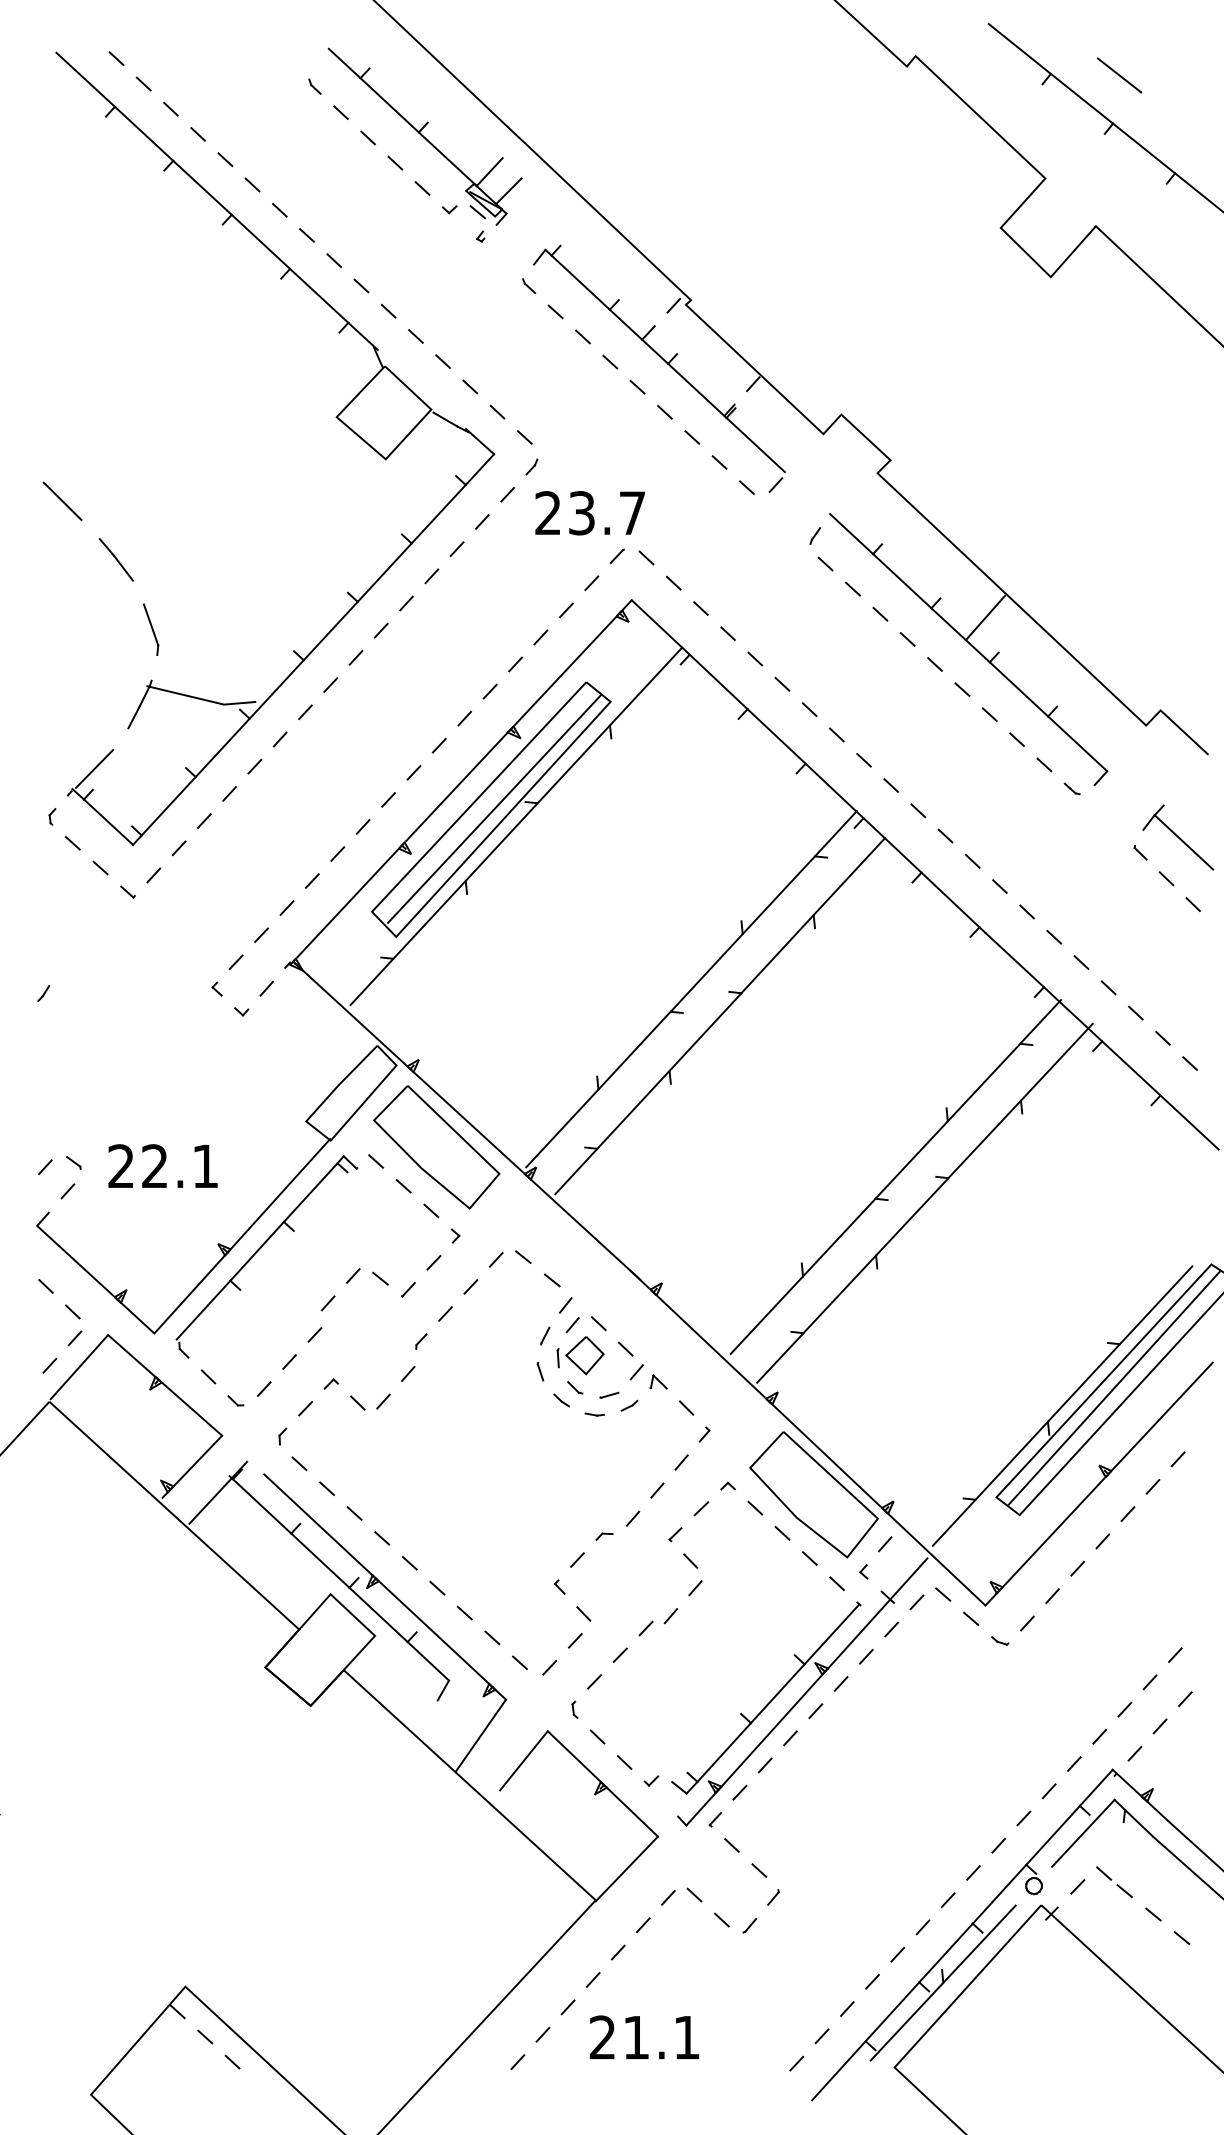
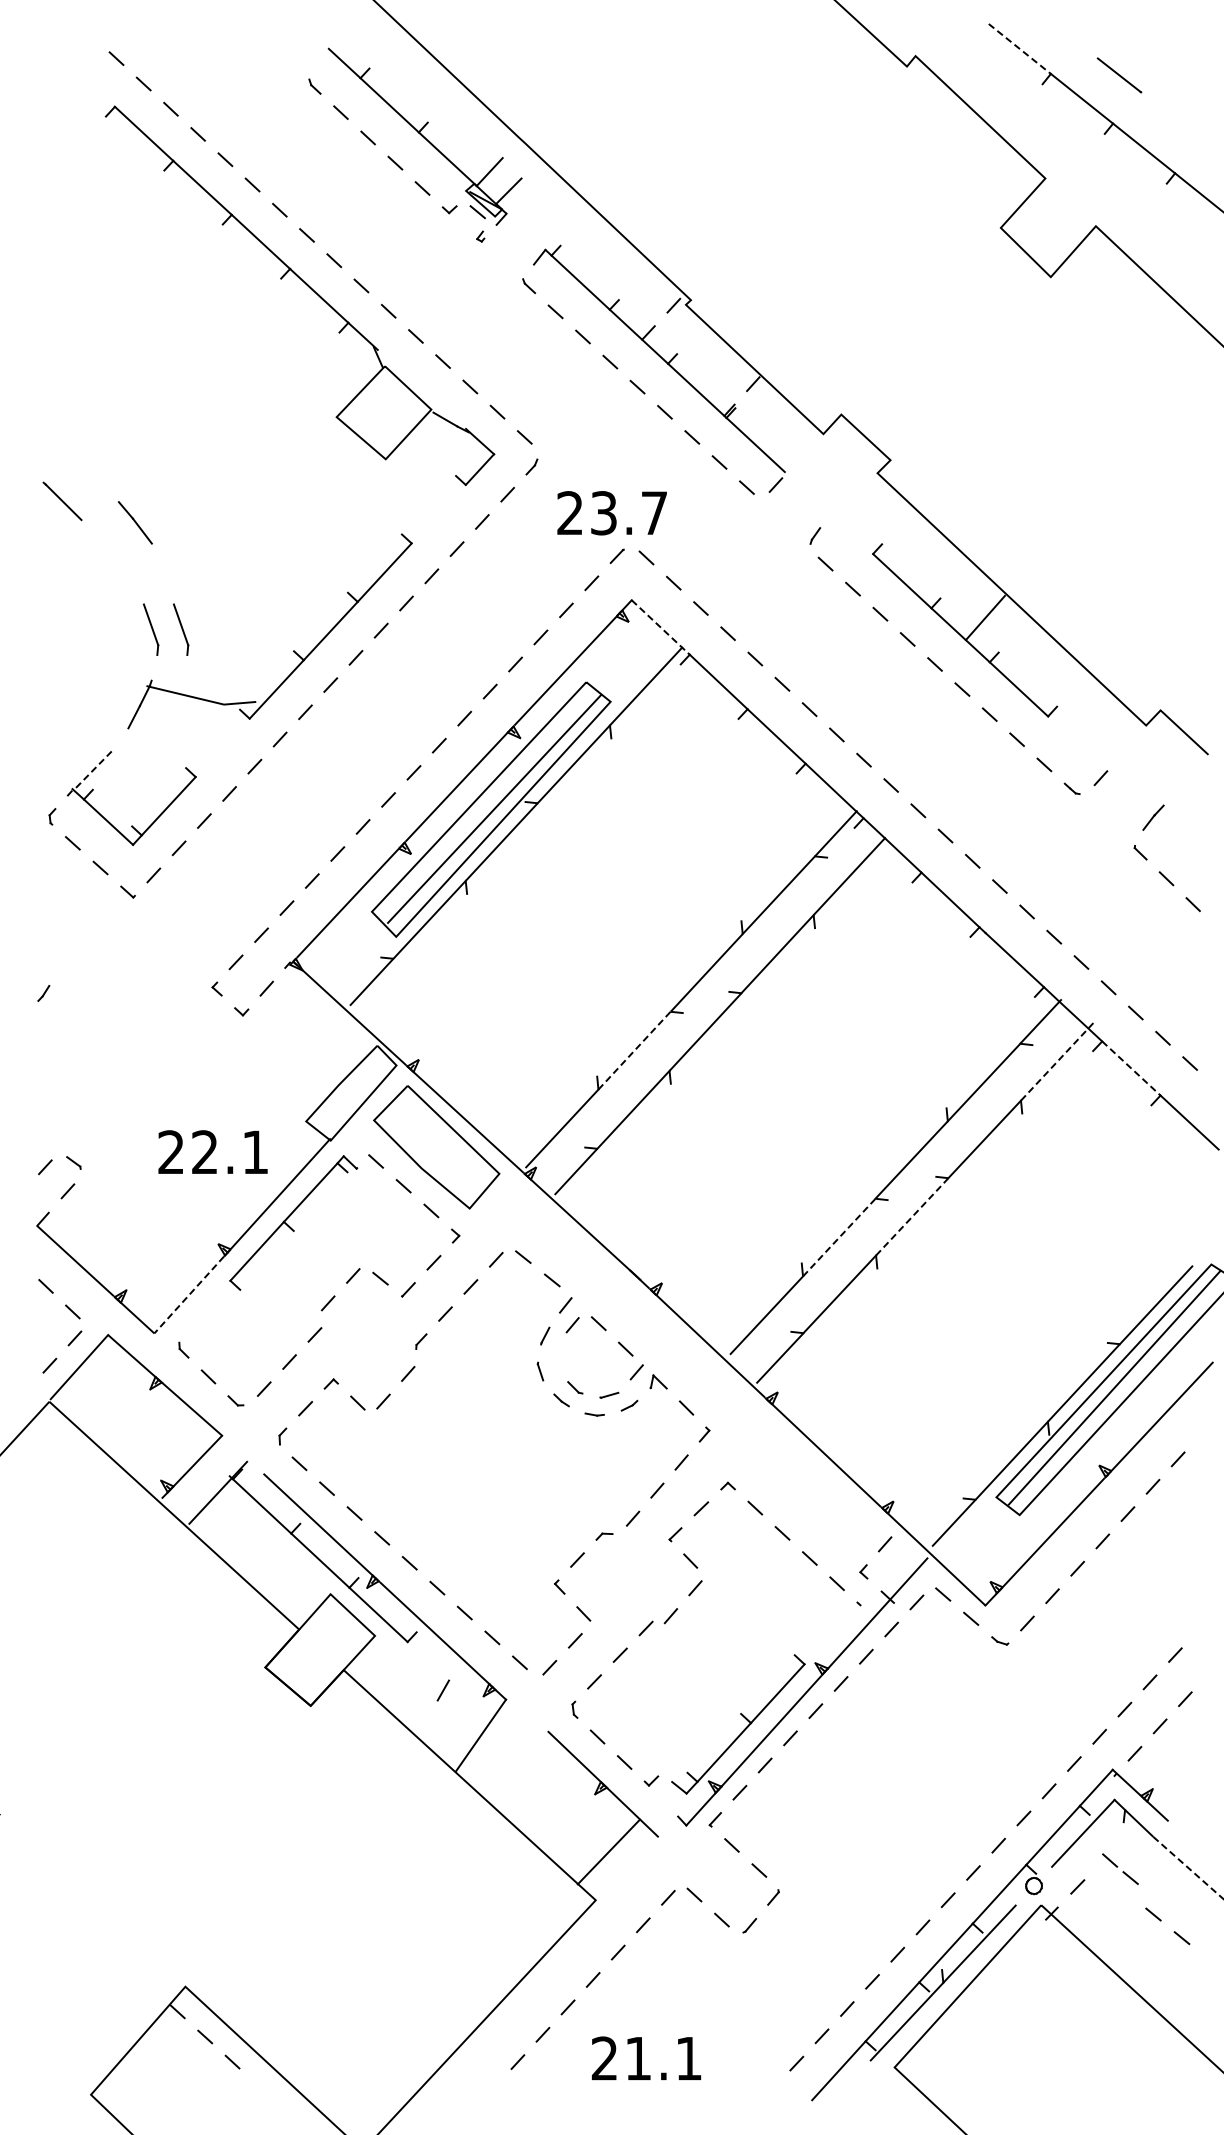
line at (1019, 48): solid -> dashed
line at (85, 79): present -> none
line at (438, 513): present -> none
text at (589, 513) position: (589, 513) -> (611, 513)
line at (851, 534): present -> none
line at (116, 559) position: (116, 559) -> (135, 522)
line at (660, 627): solid -> dashed
part at (181, 629): none -> present
line at (1077, 743): present -> none
line at (222, 747): present -> none
line at (94, 768): solid -> dashed
line at (1183, 842): present -> none
line at (634, 1050): solid -> dashed
line at (1057, 1061): solid -> dashed
line at (1131, 1068): solid -> dashed
text at (162, 1165) position: (162, 1165) -> (212, 1151)
line at (912, 1216): solid -> dashed
line at (839, 1237): solid -> dashed
line at (189, 1295): solid -> dashed
line at (203, 1309): present -> none
part at (580, 1355): present -> none
part at (813, 1494): present -> none
line at (831, 1634): present -> none
line at (428, 1661): present -> none
line at (523, 1760): present -> none
line at (1194, 1844): present -> none
line at (626, 1868) position: (626, 1868) -> (608, 1851)
line at (1188, 1868): solid -> dashed
line at (1112, 1879) position: (1112, 1879) -> (1118, 1866)
text at (644, 2037) position: (644, 2037) -> (646, 2058)
